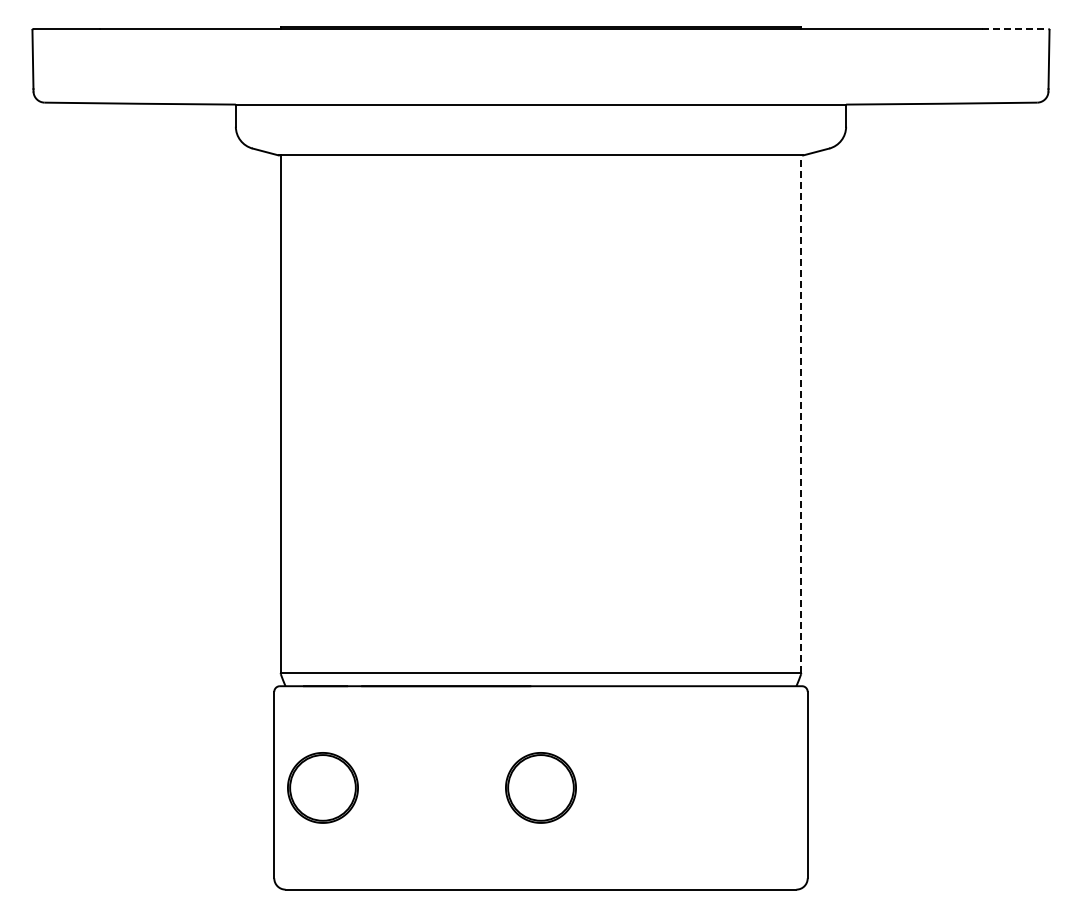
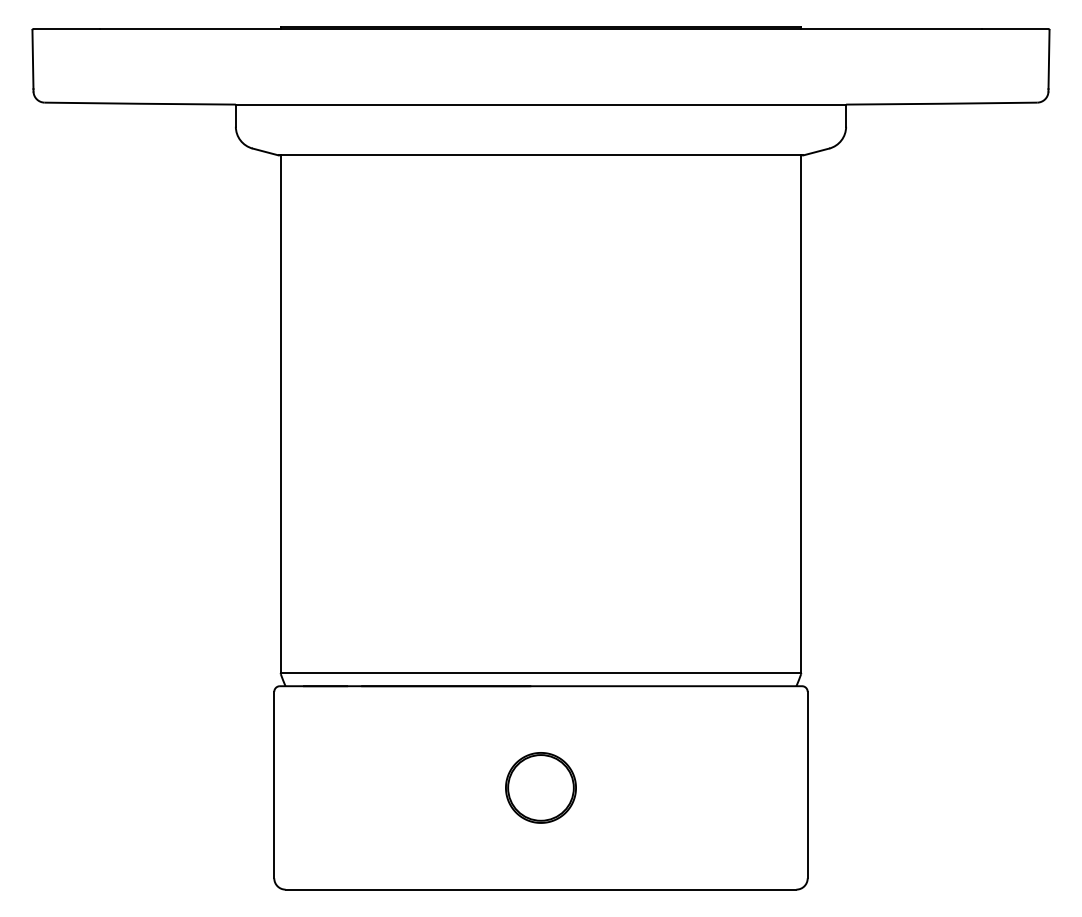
line at (1015, 29): dashed -> solid
line at (800, 414): dashed -> solid
part at (322, 787): present -> none
